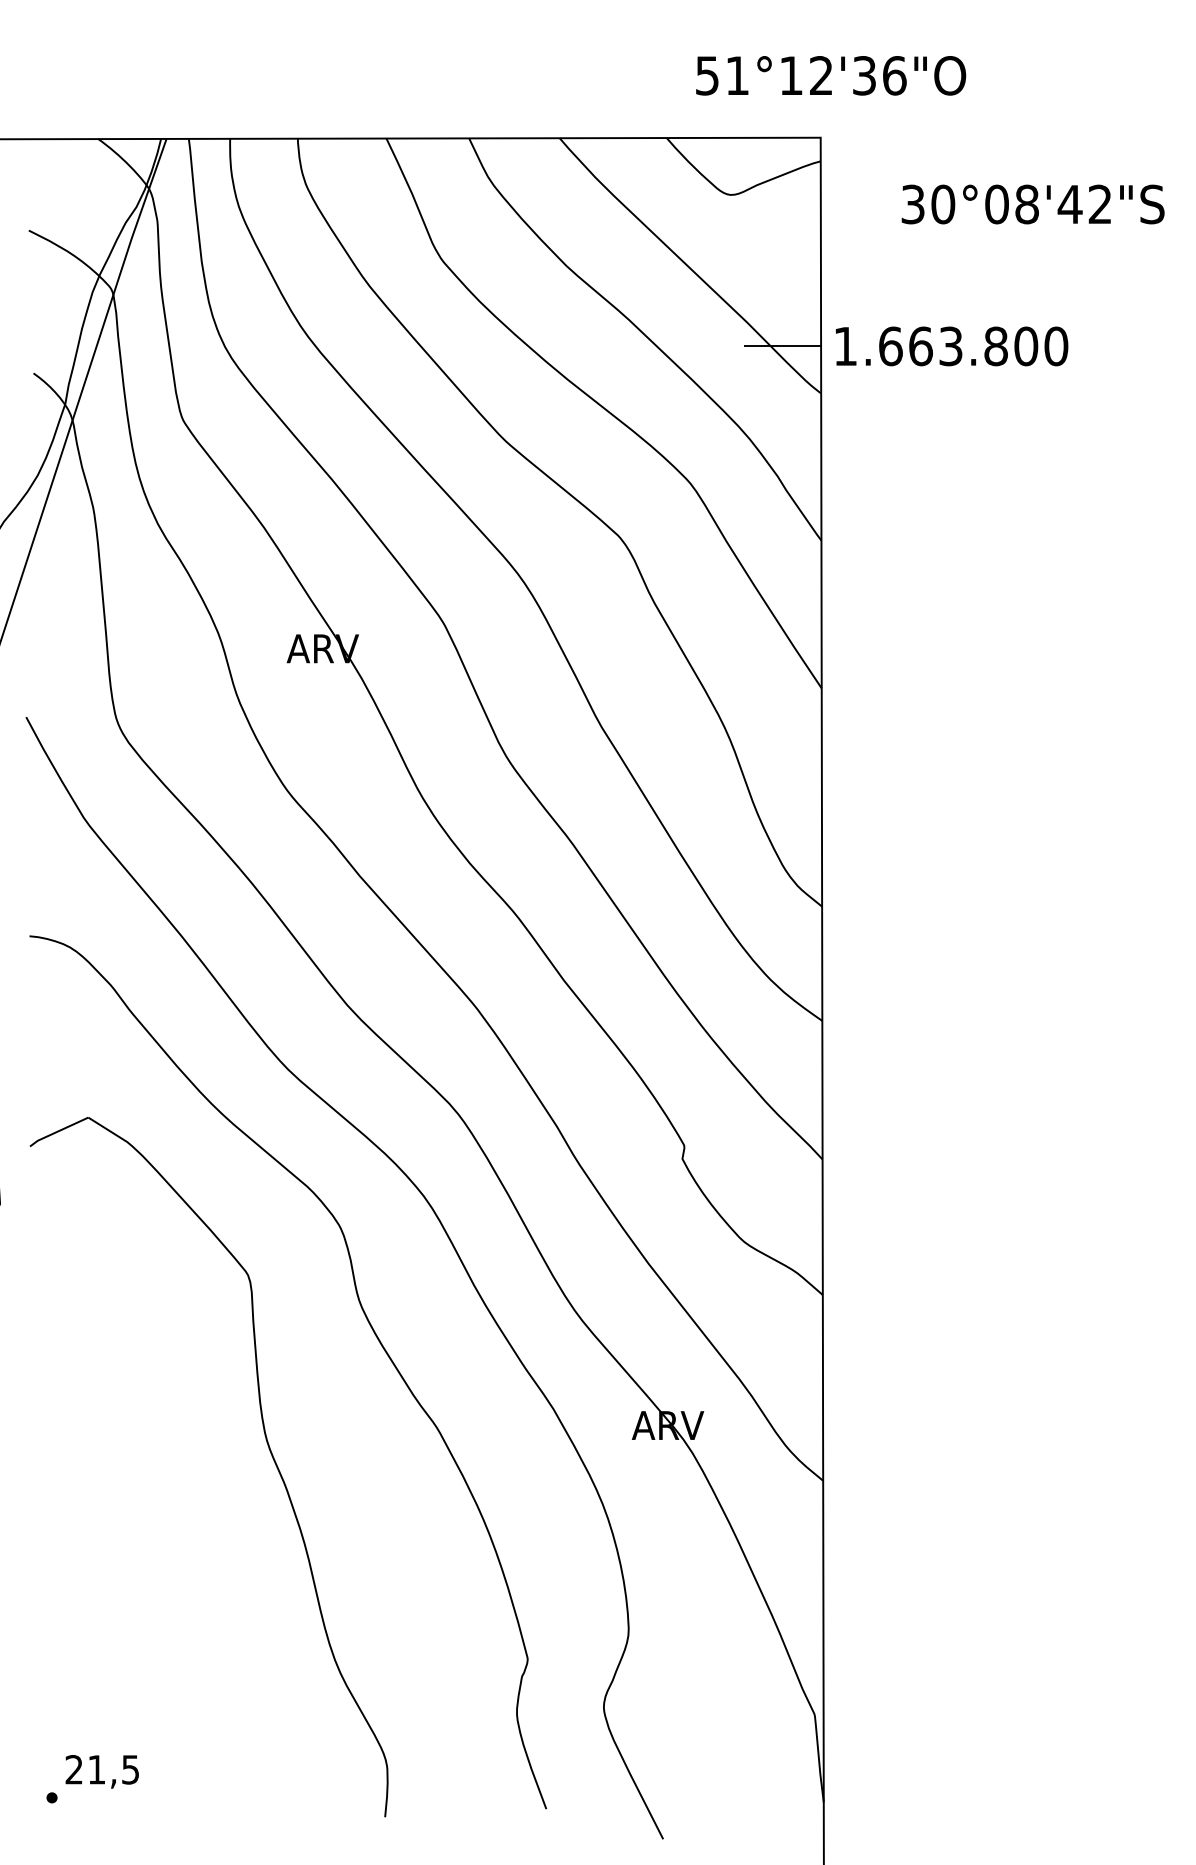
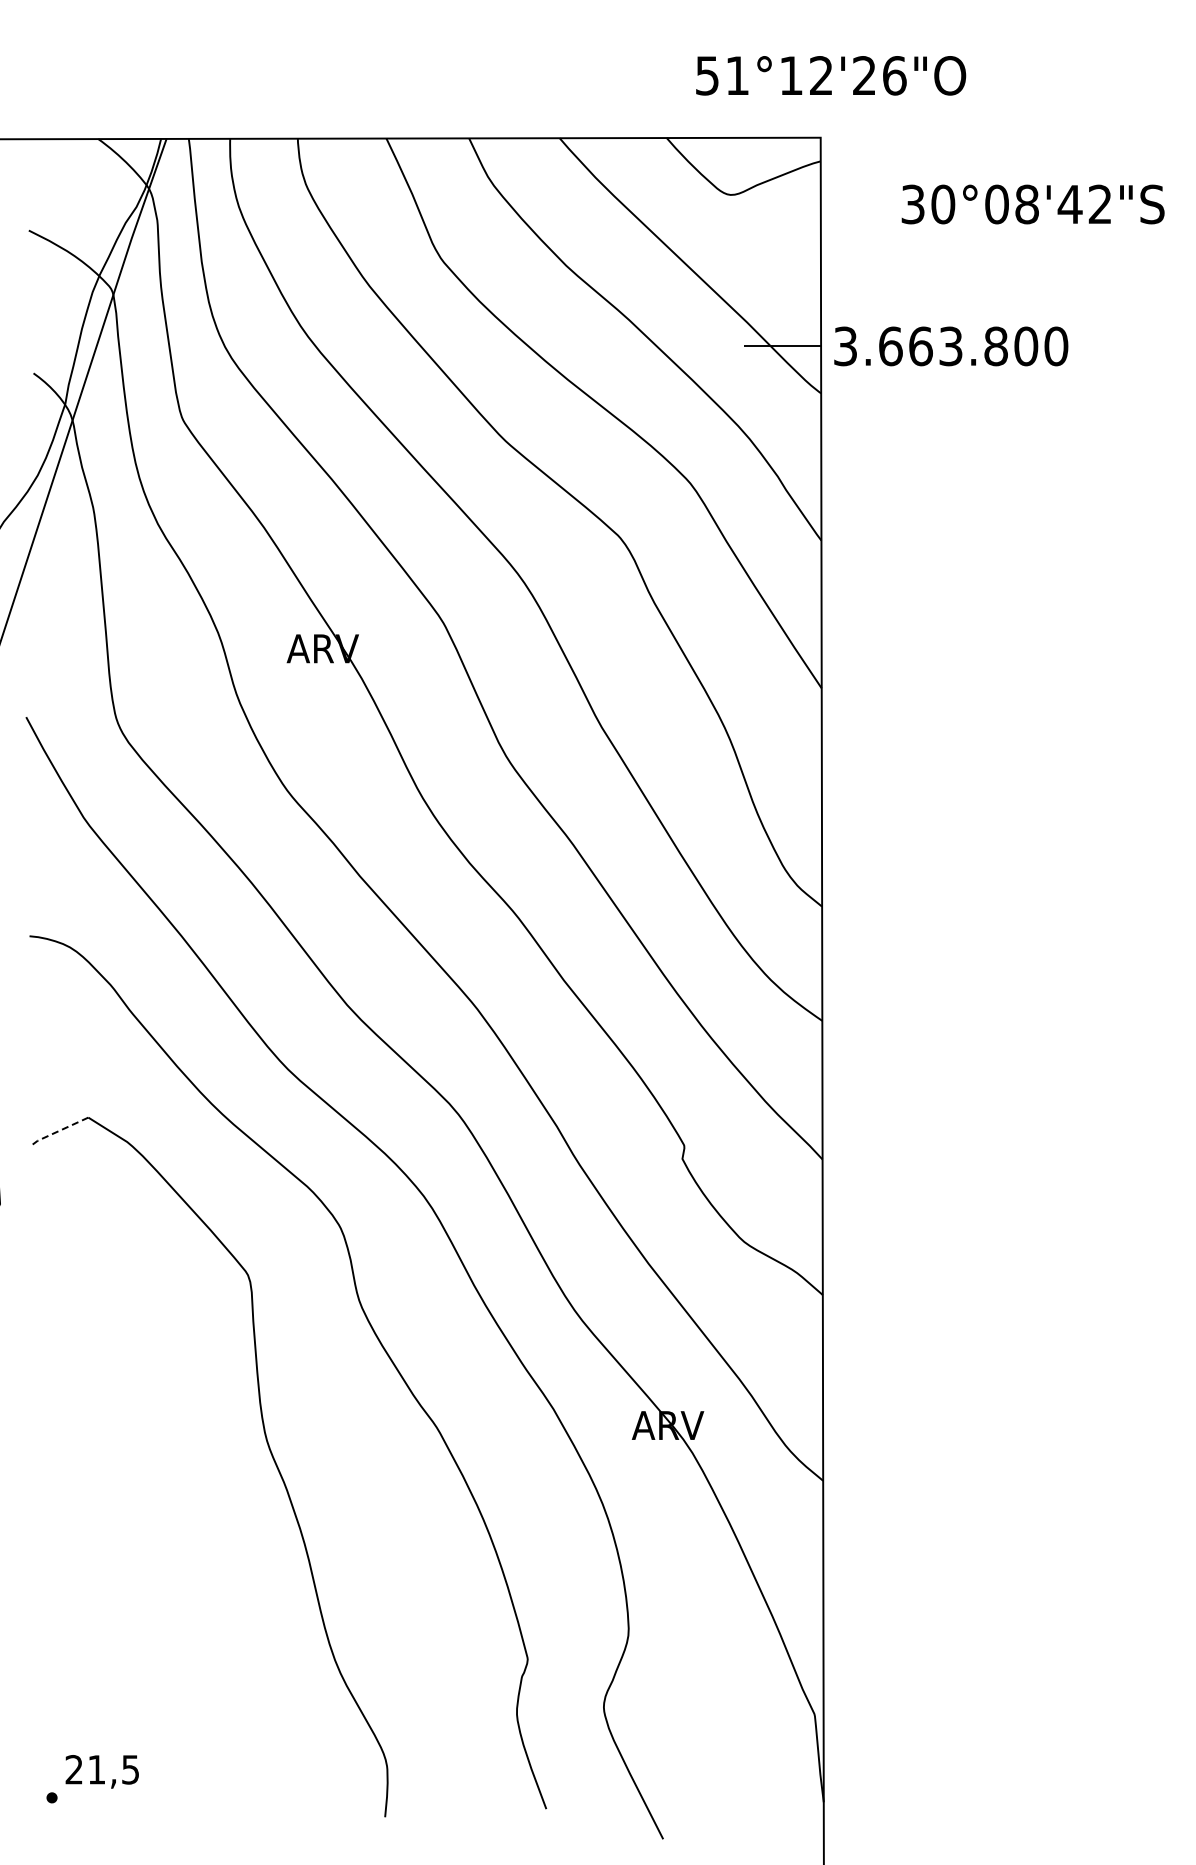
text at (864, 75): 51°12'36"O -> 51°12'26"O
text at (845, 346): 1.663.800 -> 3.663.800
line at (57, 1131): solid -> dashed
